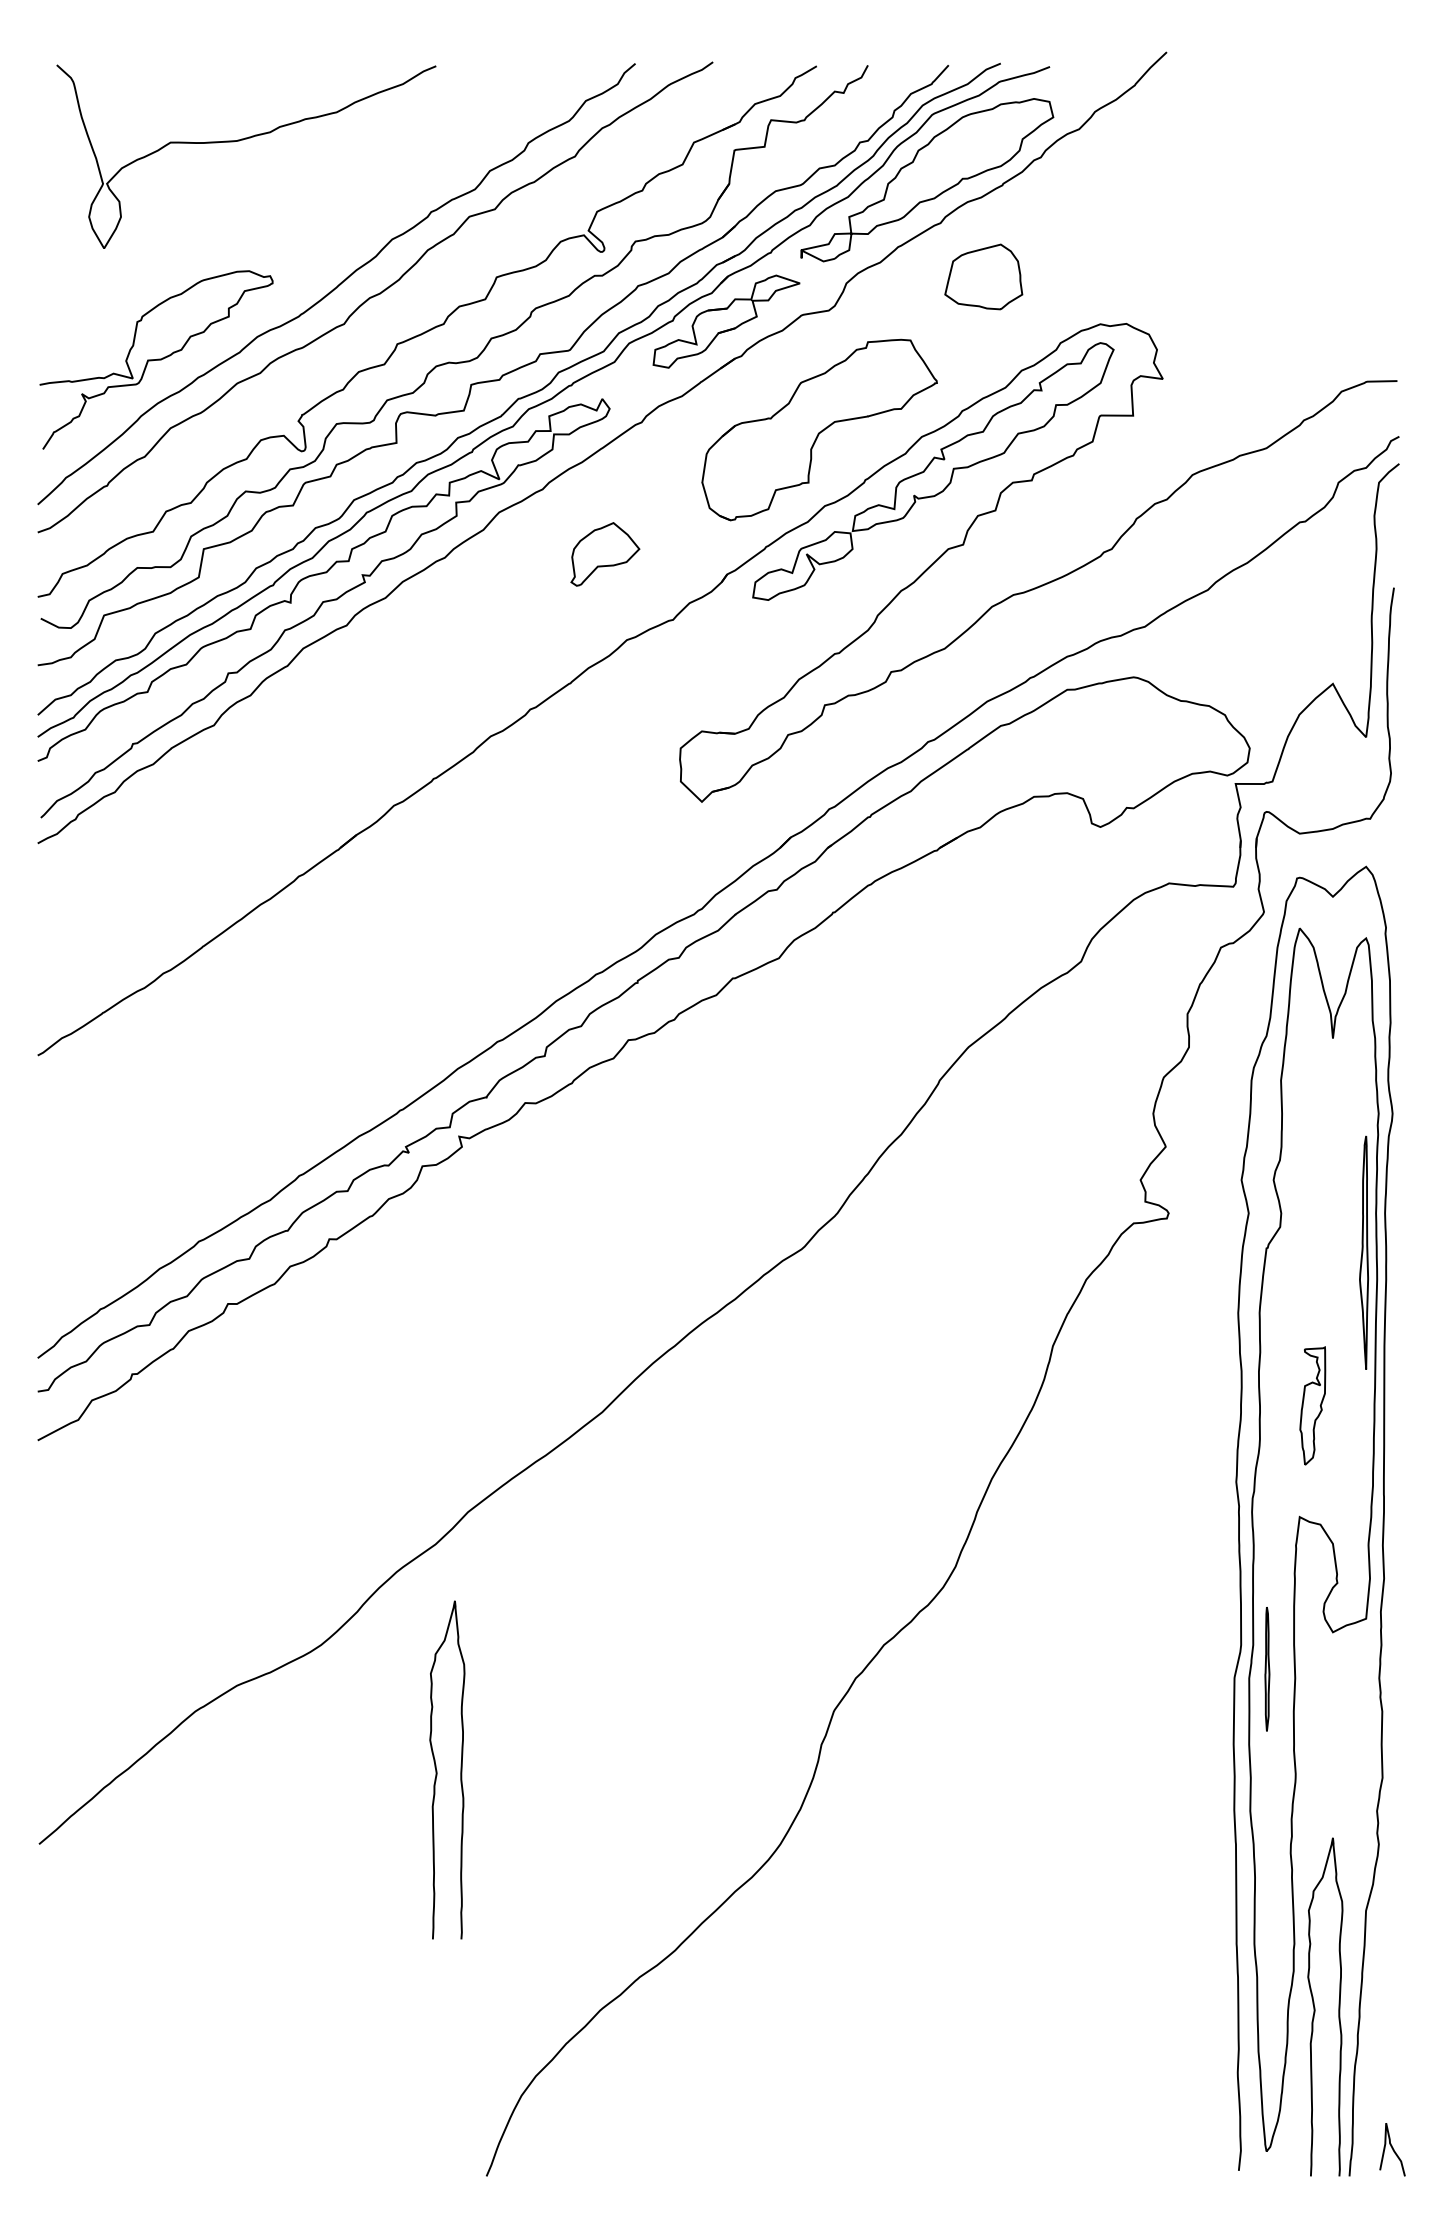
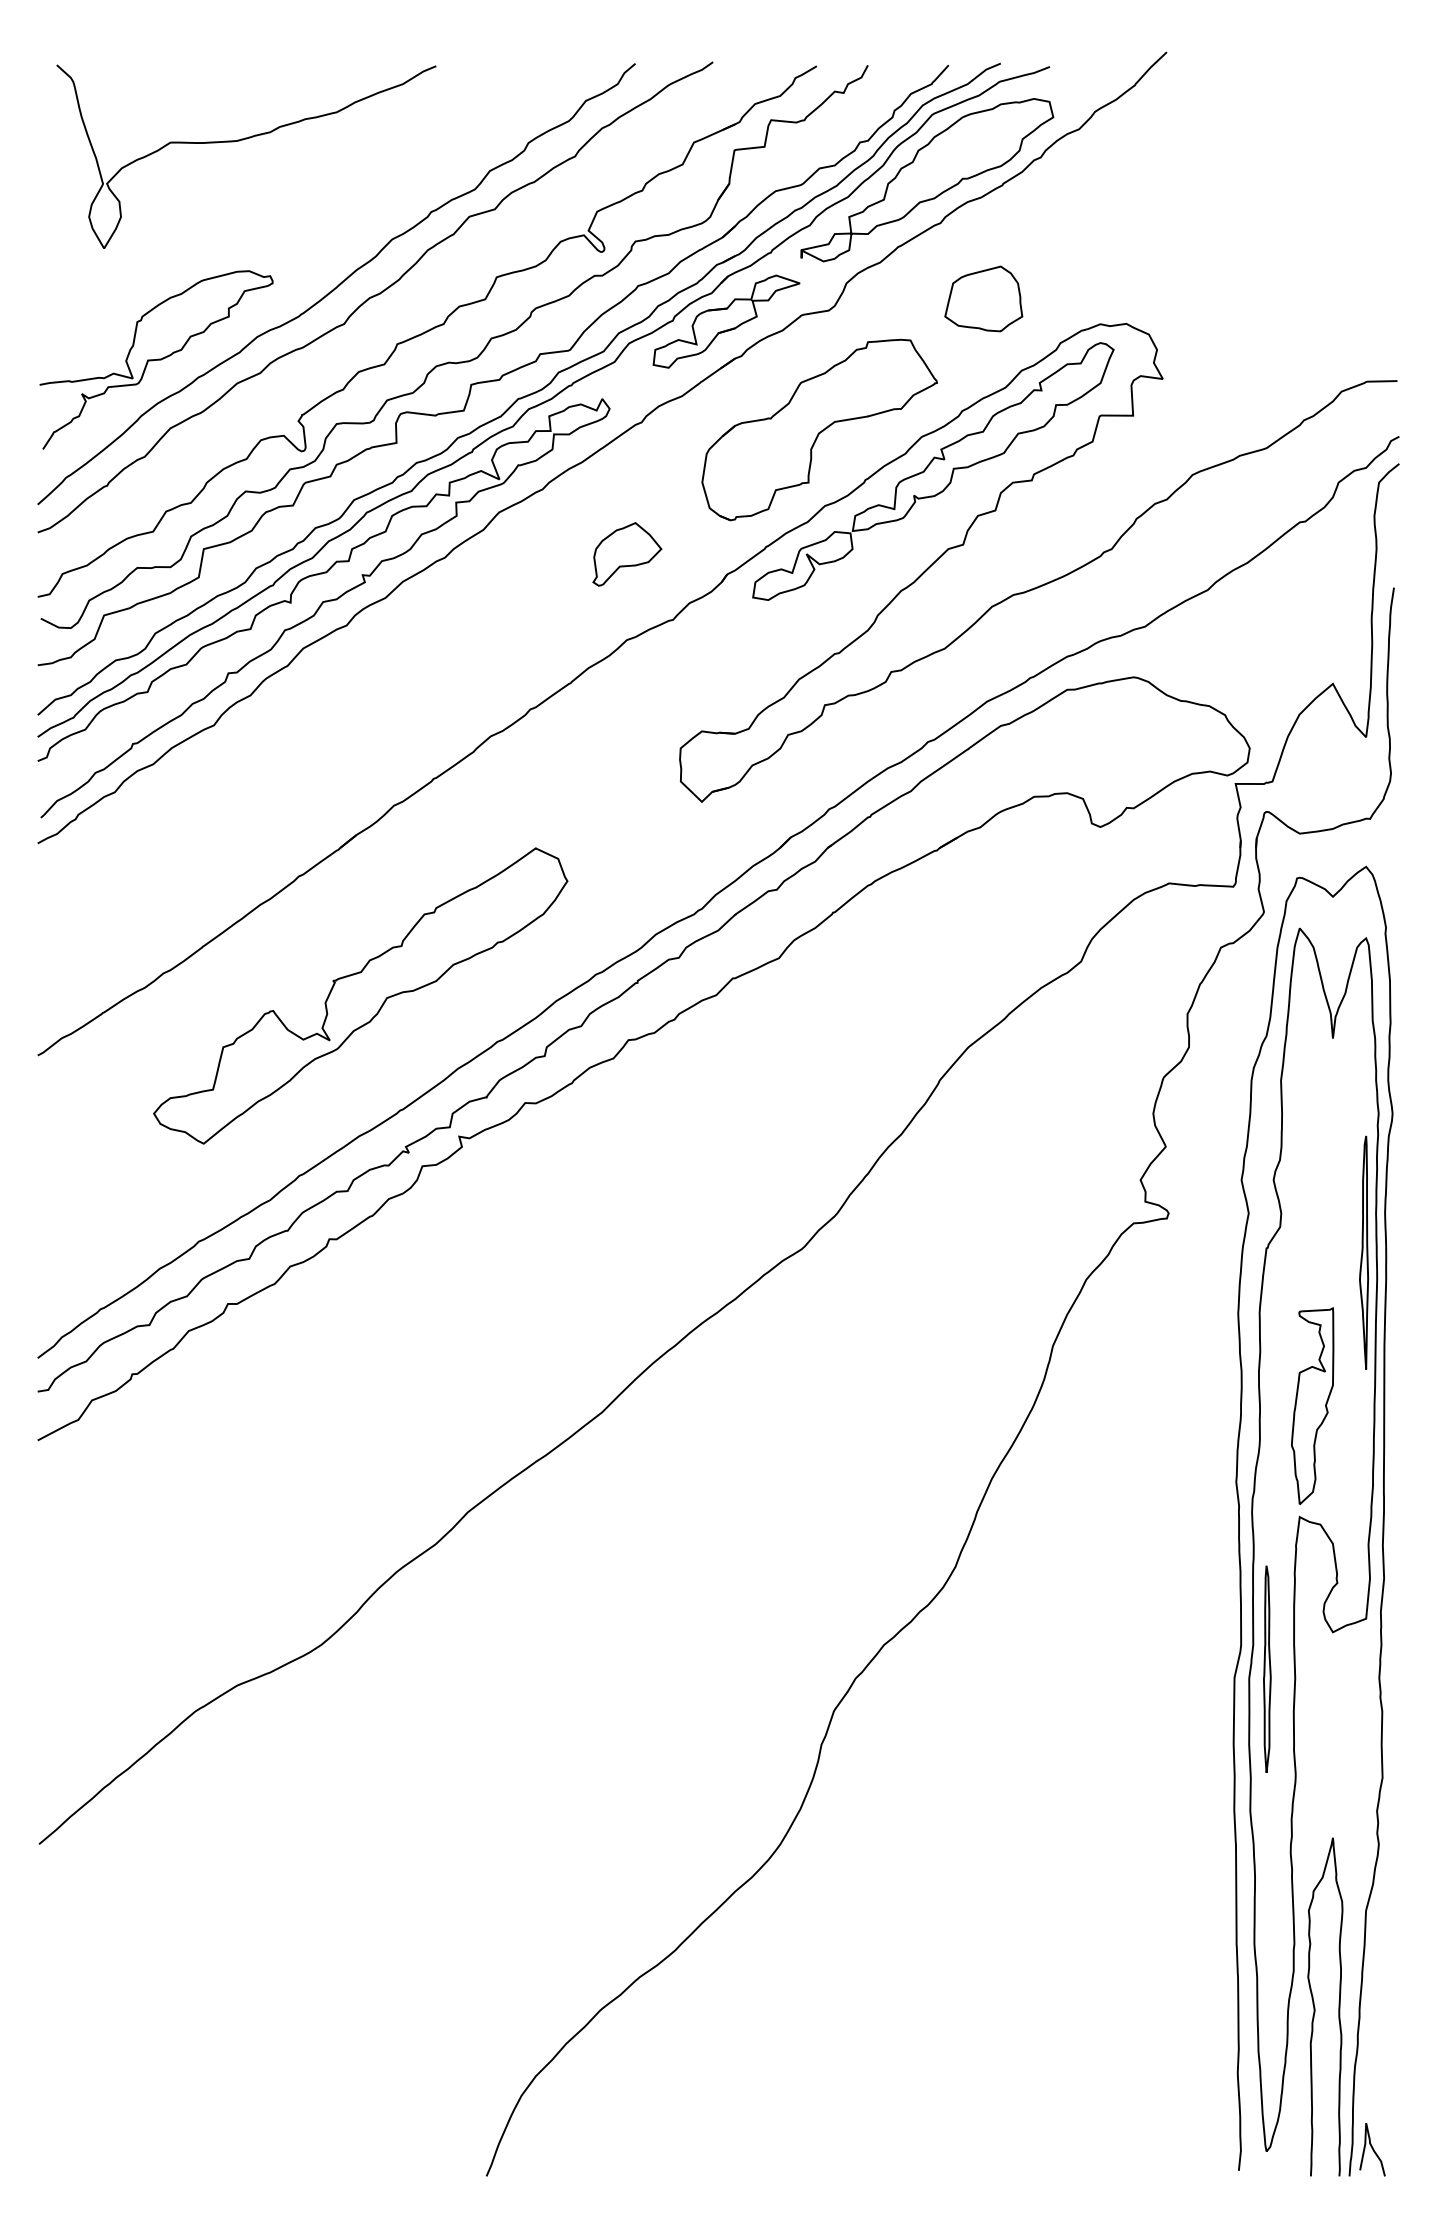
part at (983, 276) position: (983, 276) -> (983, 298)
part at (605, 554) position: (605, 554) -> (627, 554)
part at (360, 995): none -> present
part at (1312, 1405) size: 28x120 px -> 44x198 px
part at (1267, 1669) size: 7x125 px -> 9x208 px
curve at (437, 1770): present -> none
curve at (1392, 2149) position: (1392, 2149) -> (1372, 2149)
